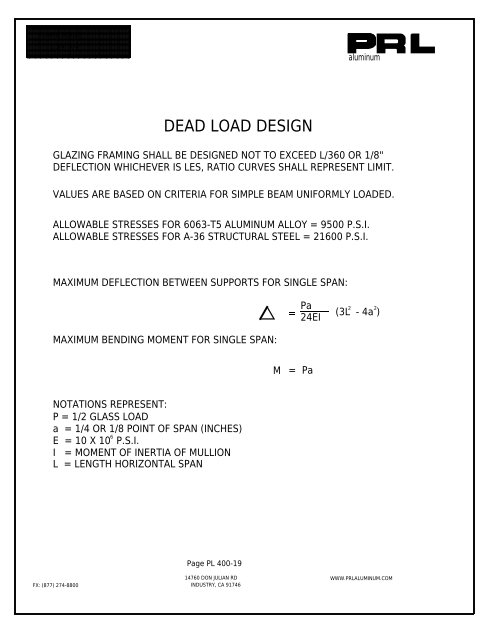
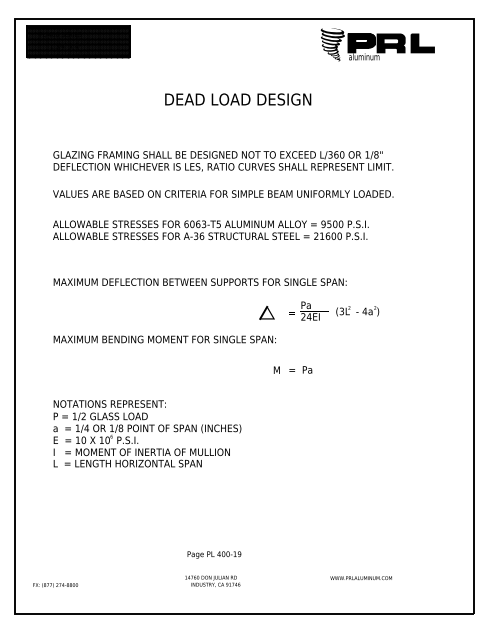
fill at (332, 44): none -> present
text at (238, 125) position: (238, 125) -> (238, 99)
text at (214, 563) position: (214, 563) -> (214, 554)
